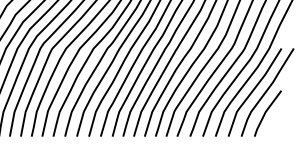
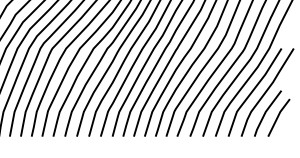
line at (278, 117): none -> present
